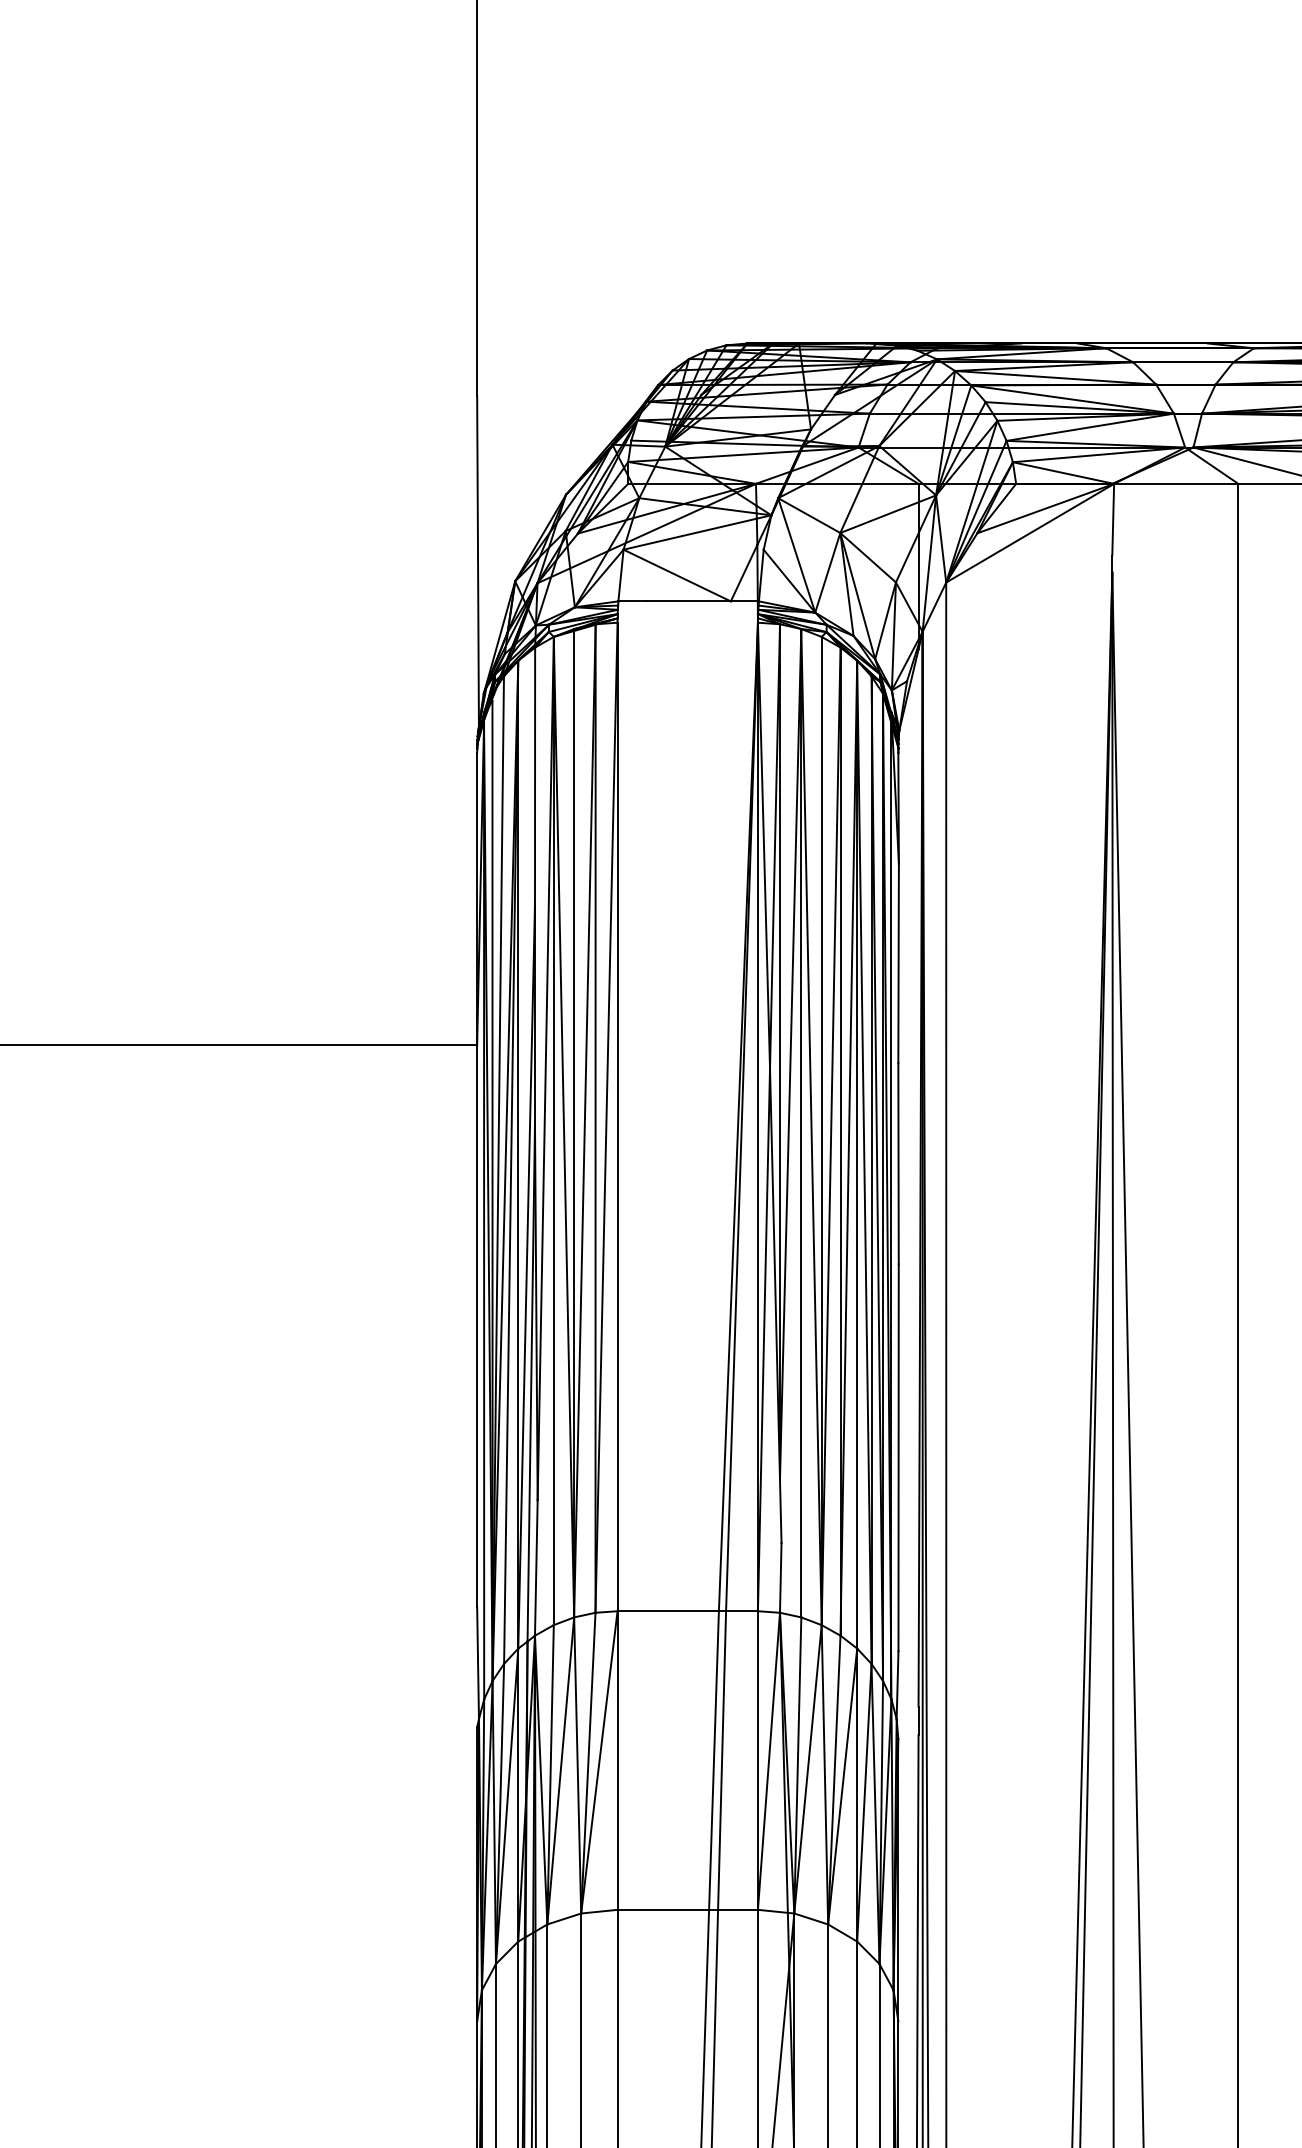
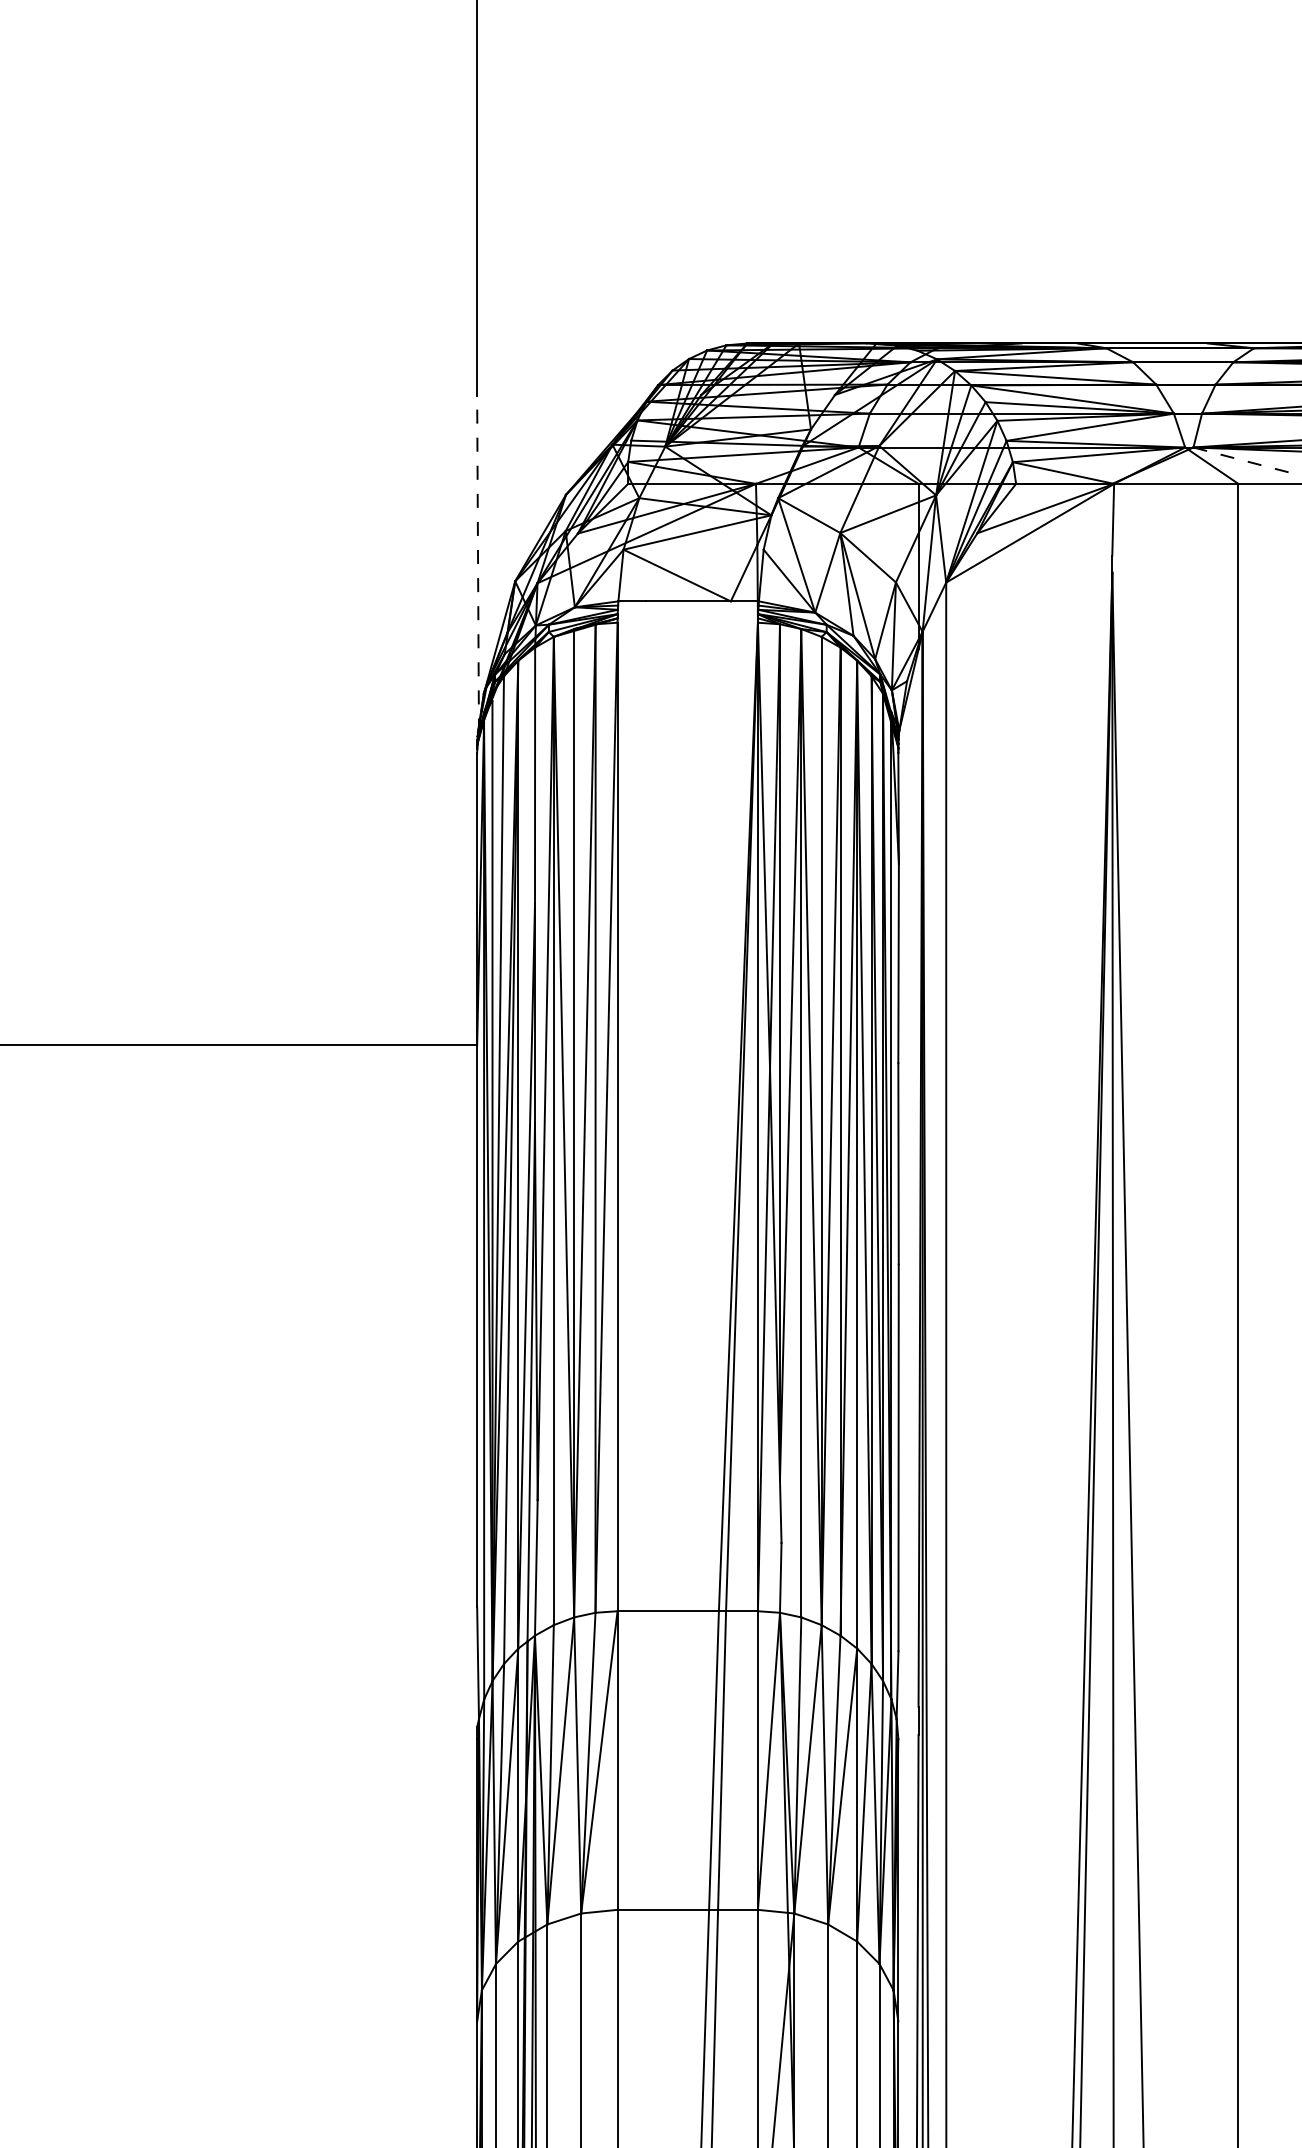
line at (1247, 461): solid -> dashed
line at (478, 563): solid -> dashed
